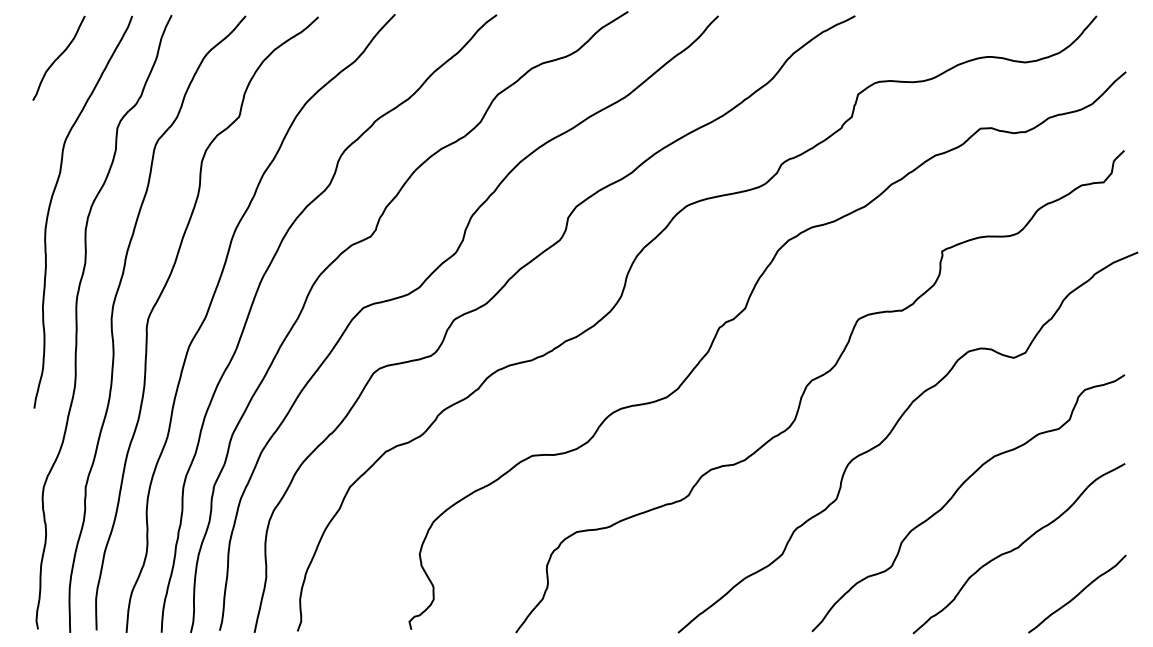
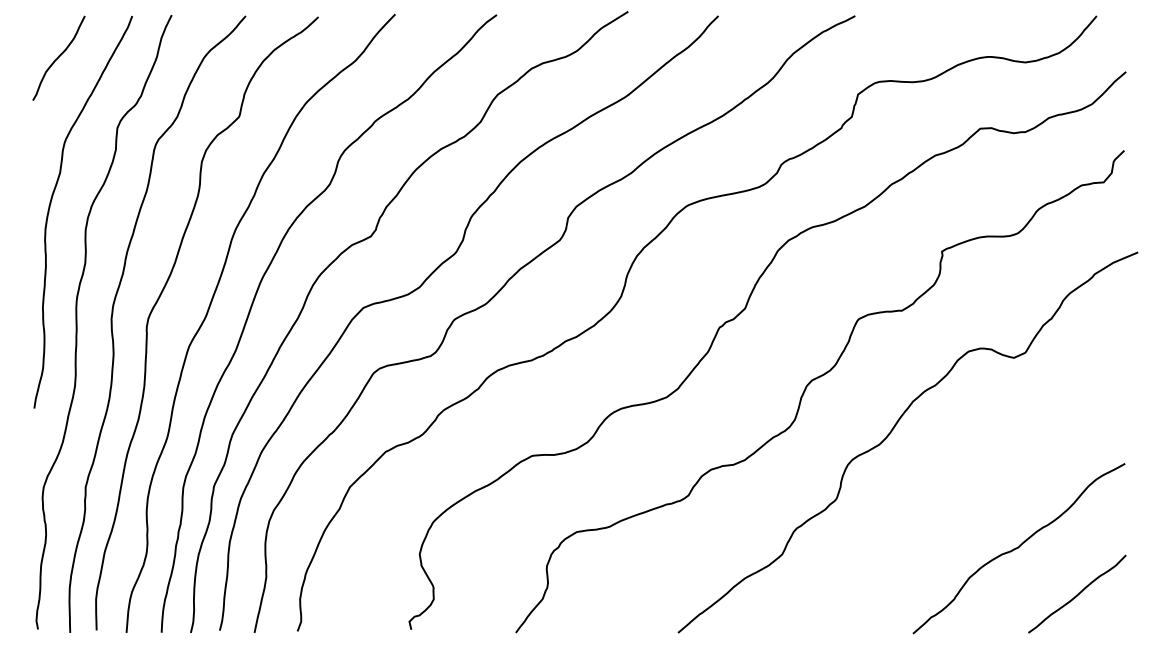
curve at (955, 494): present -> none
